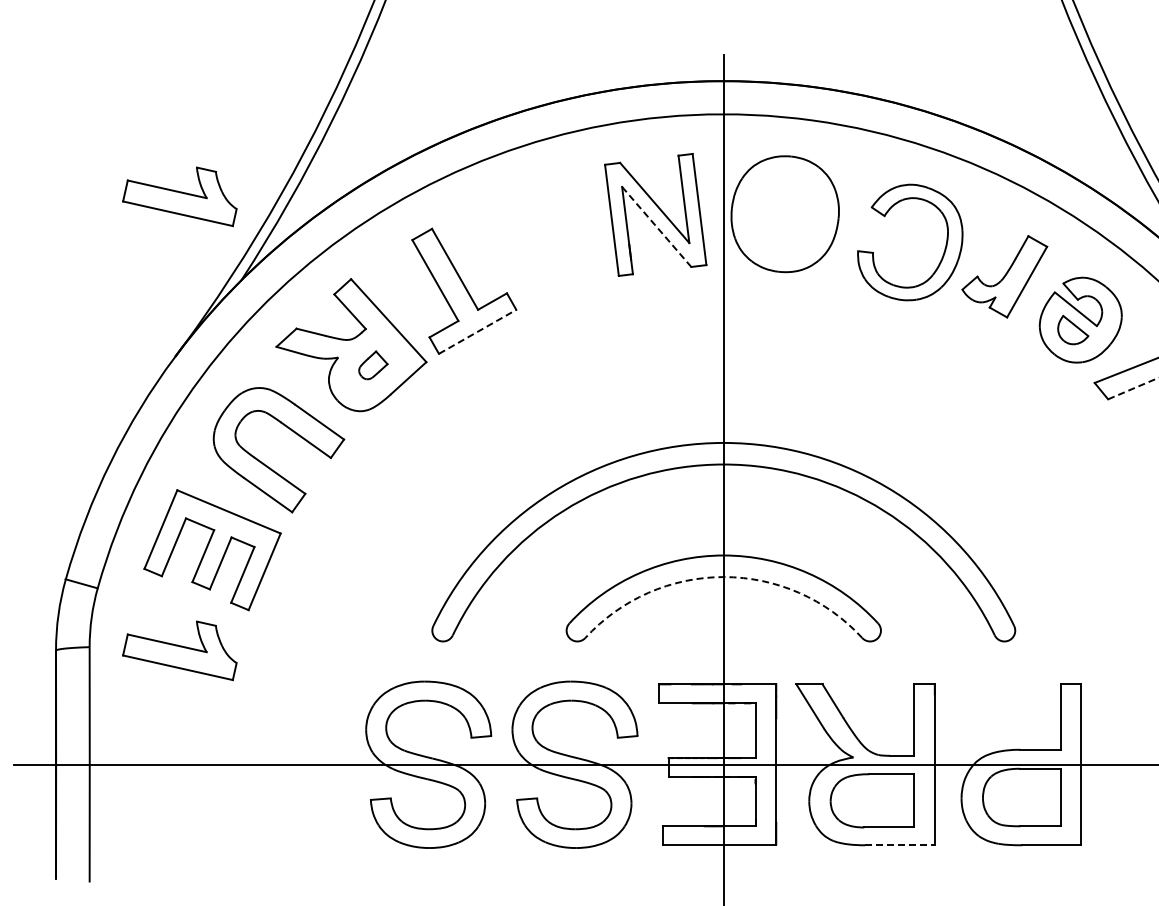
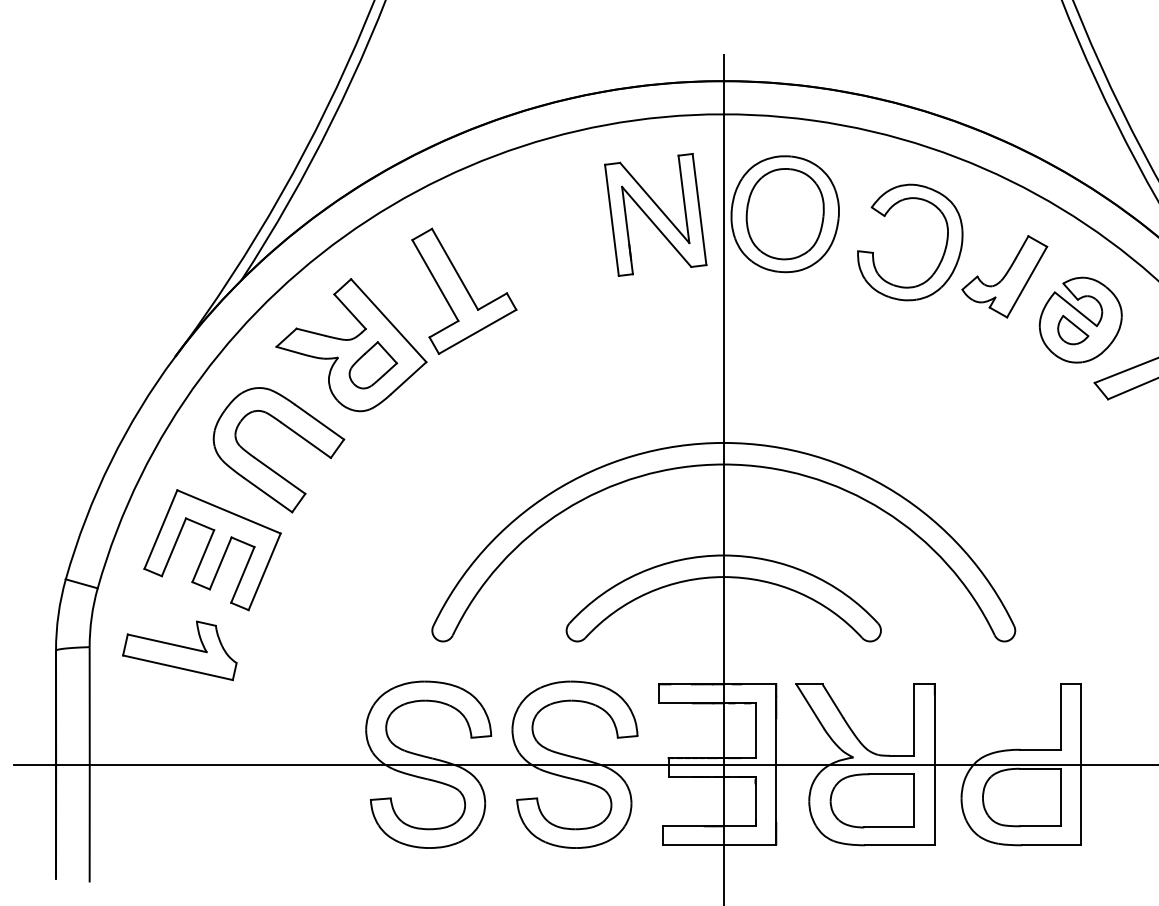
part at (179, 196): present -> none
part at (784, 214): none -> present
line at (656, 226): dashed -> solid
line at (477, 331): dashed -> solid
part at (373, 365) size: 31x31 px -> 51x49 px
line at (1133, 388): dashed -> solid
arc at (723, 577): dashed -> solid
line at (899, 845): dashed -> solid
